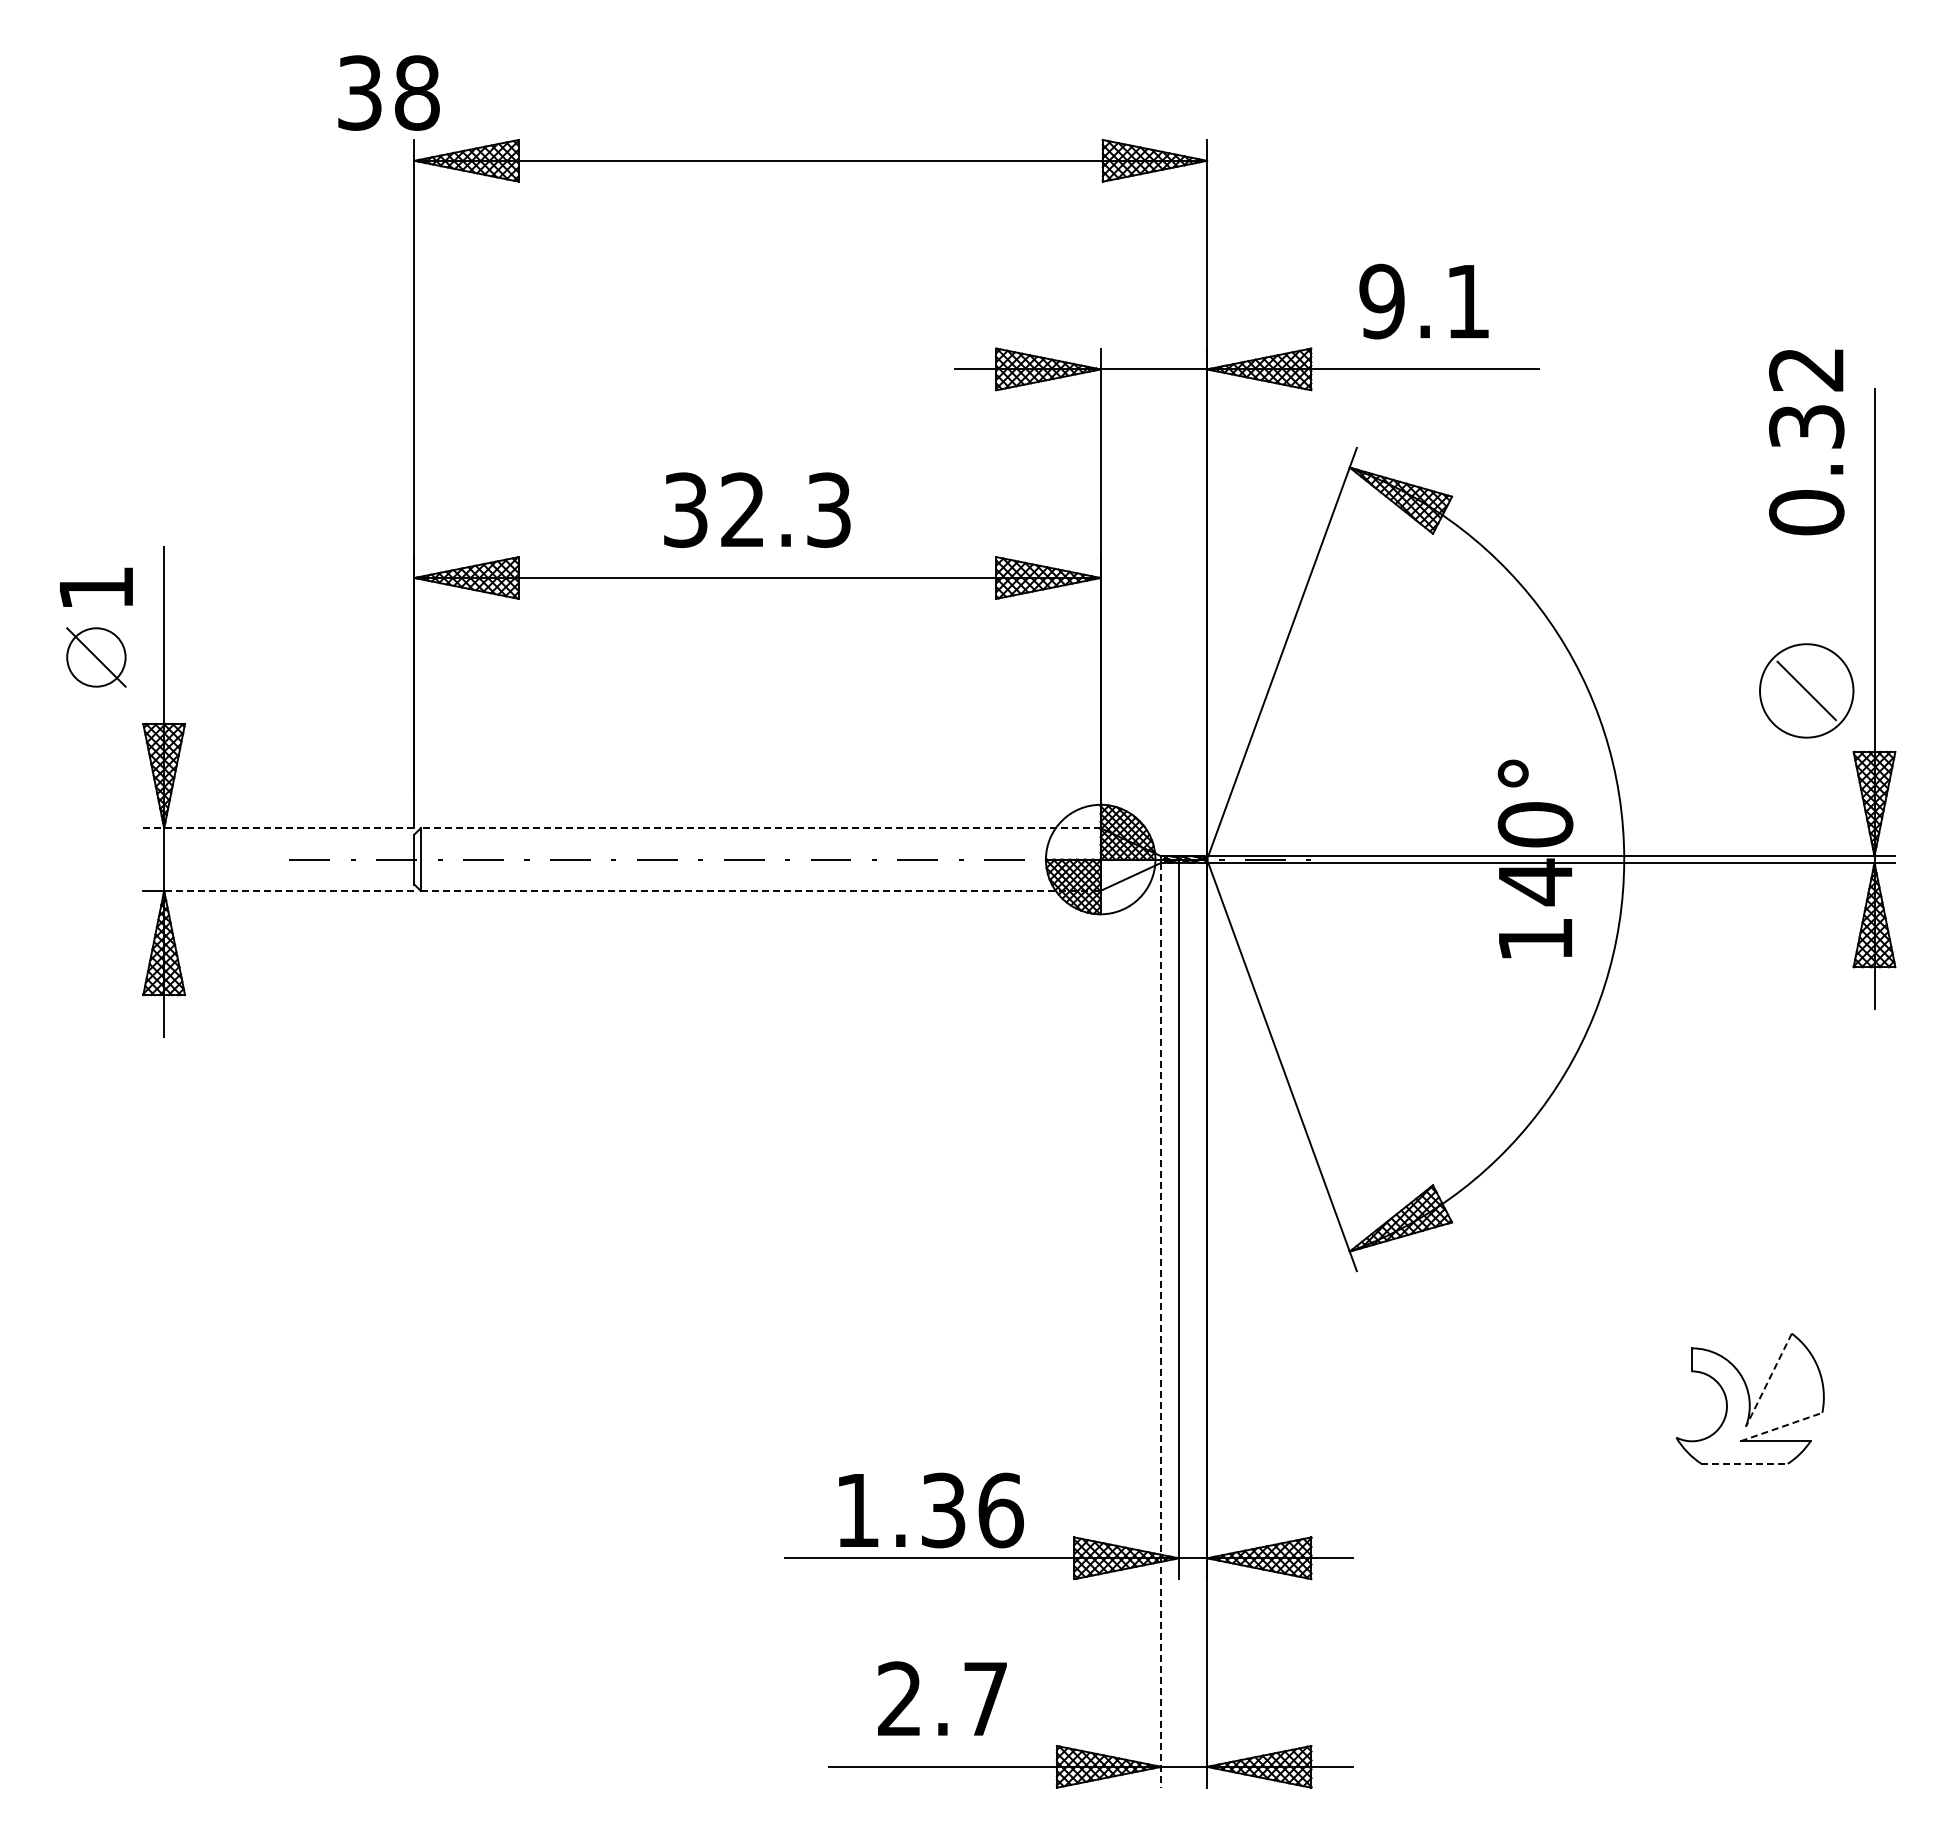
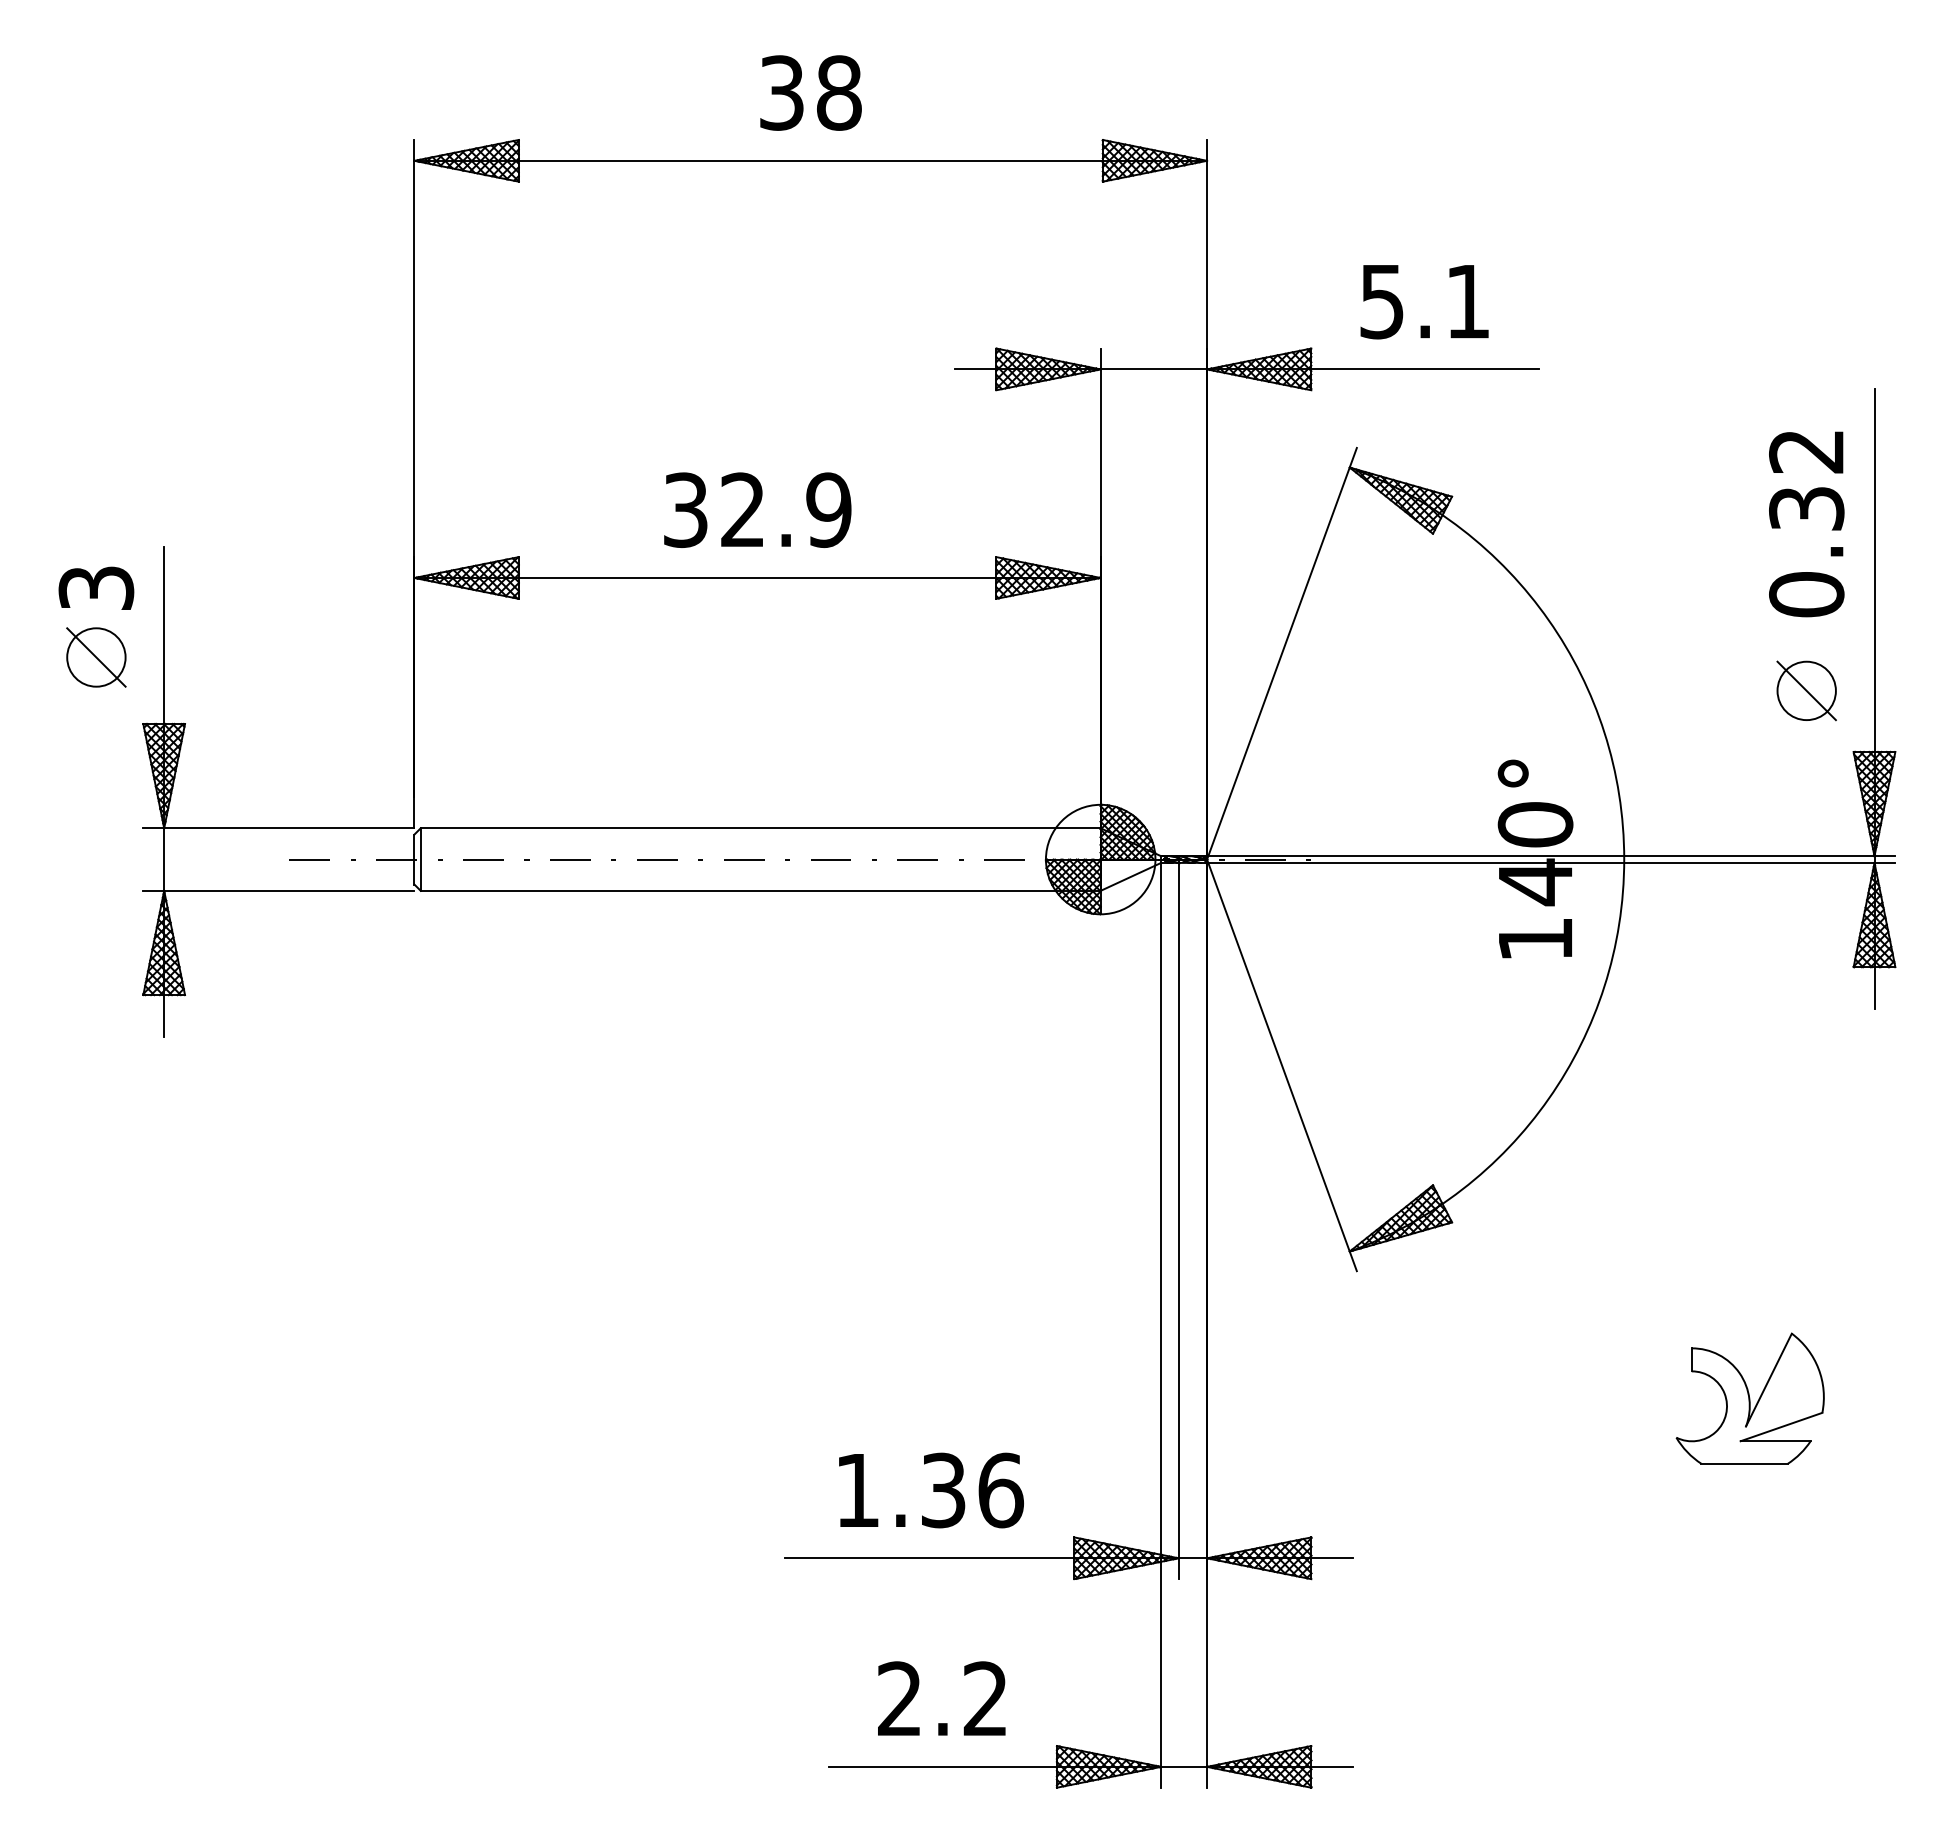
text at (388, 92) position: (388, 92) -> (810, 92)
text at (1381, 301): 9.1 -> 5.1
text at (1806, 442) position: (1806, 442) -> (1806, 524)
text at (828, 509): 32.3 -> 32.9
text at (96, 587): 1 -> 3
circle at (1806, 690) diameter: 93 px -> 58 px
line at (278, 828): dashed -> solid
line at (760, 828): dashed -> solid
line at (288, 890): dashed -> solid
line at (760, 890): dashed -> solid
line at (1161, 1325): dashed -> solid
line at (1768, 1380): dashed -> solid
line at (1781, 1426): dashed -> solid
line at (1745, 1463): dashed -> solid
text at (931, 1510) position: (931, 1510) -> (931, 1490)
text at (984, 1698): 2.7 -> 2.2
